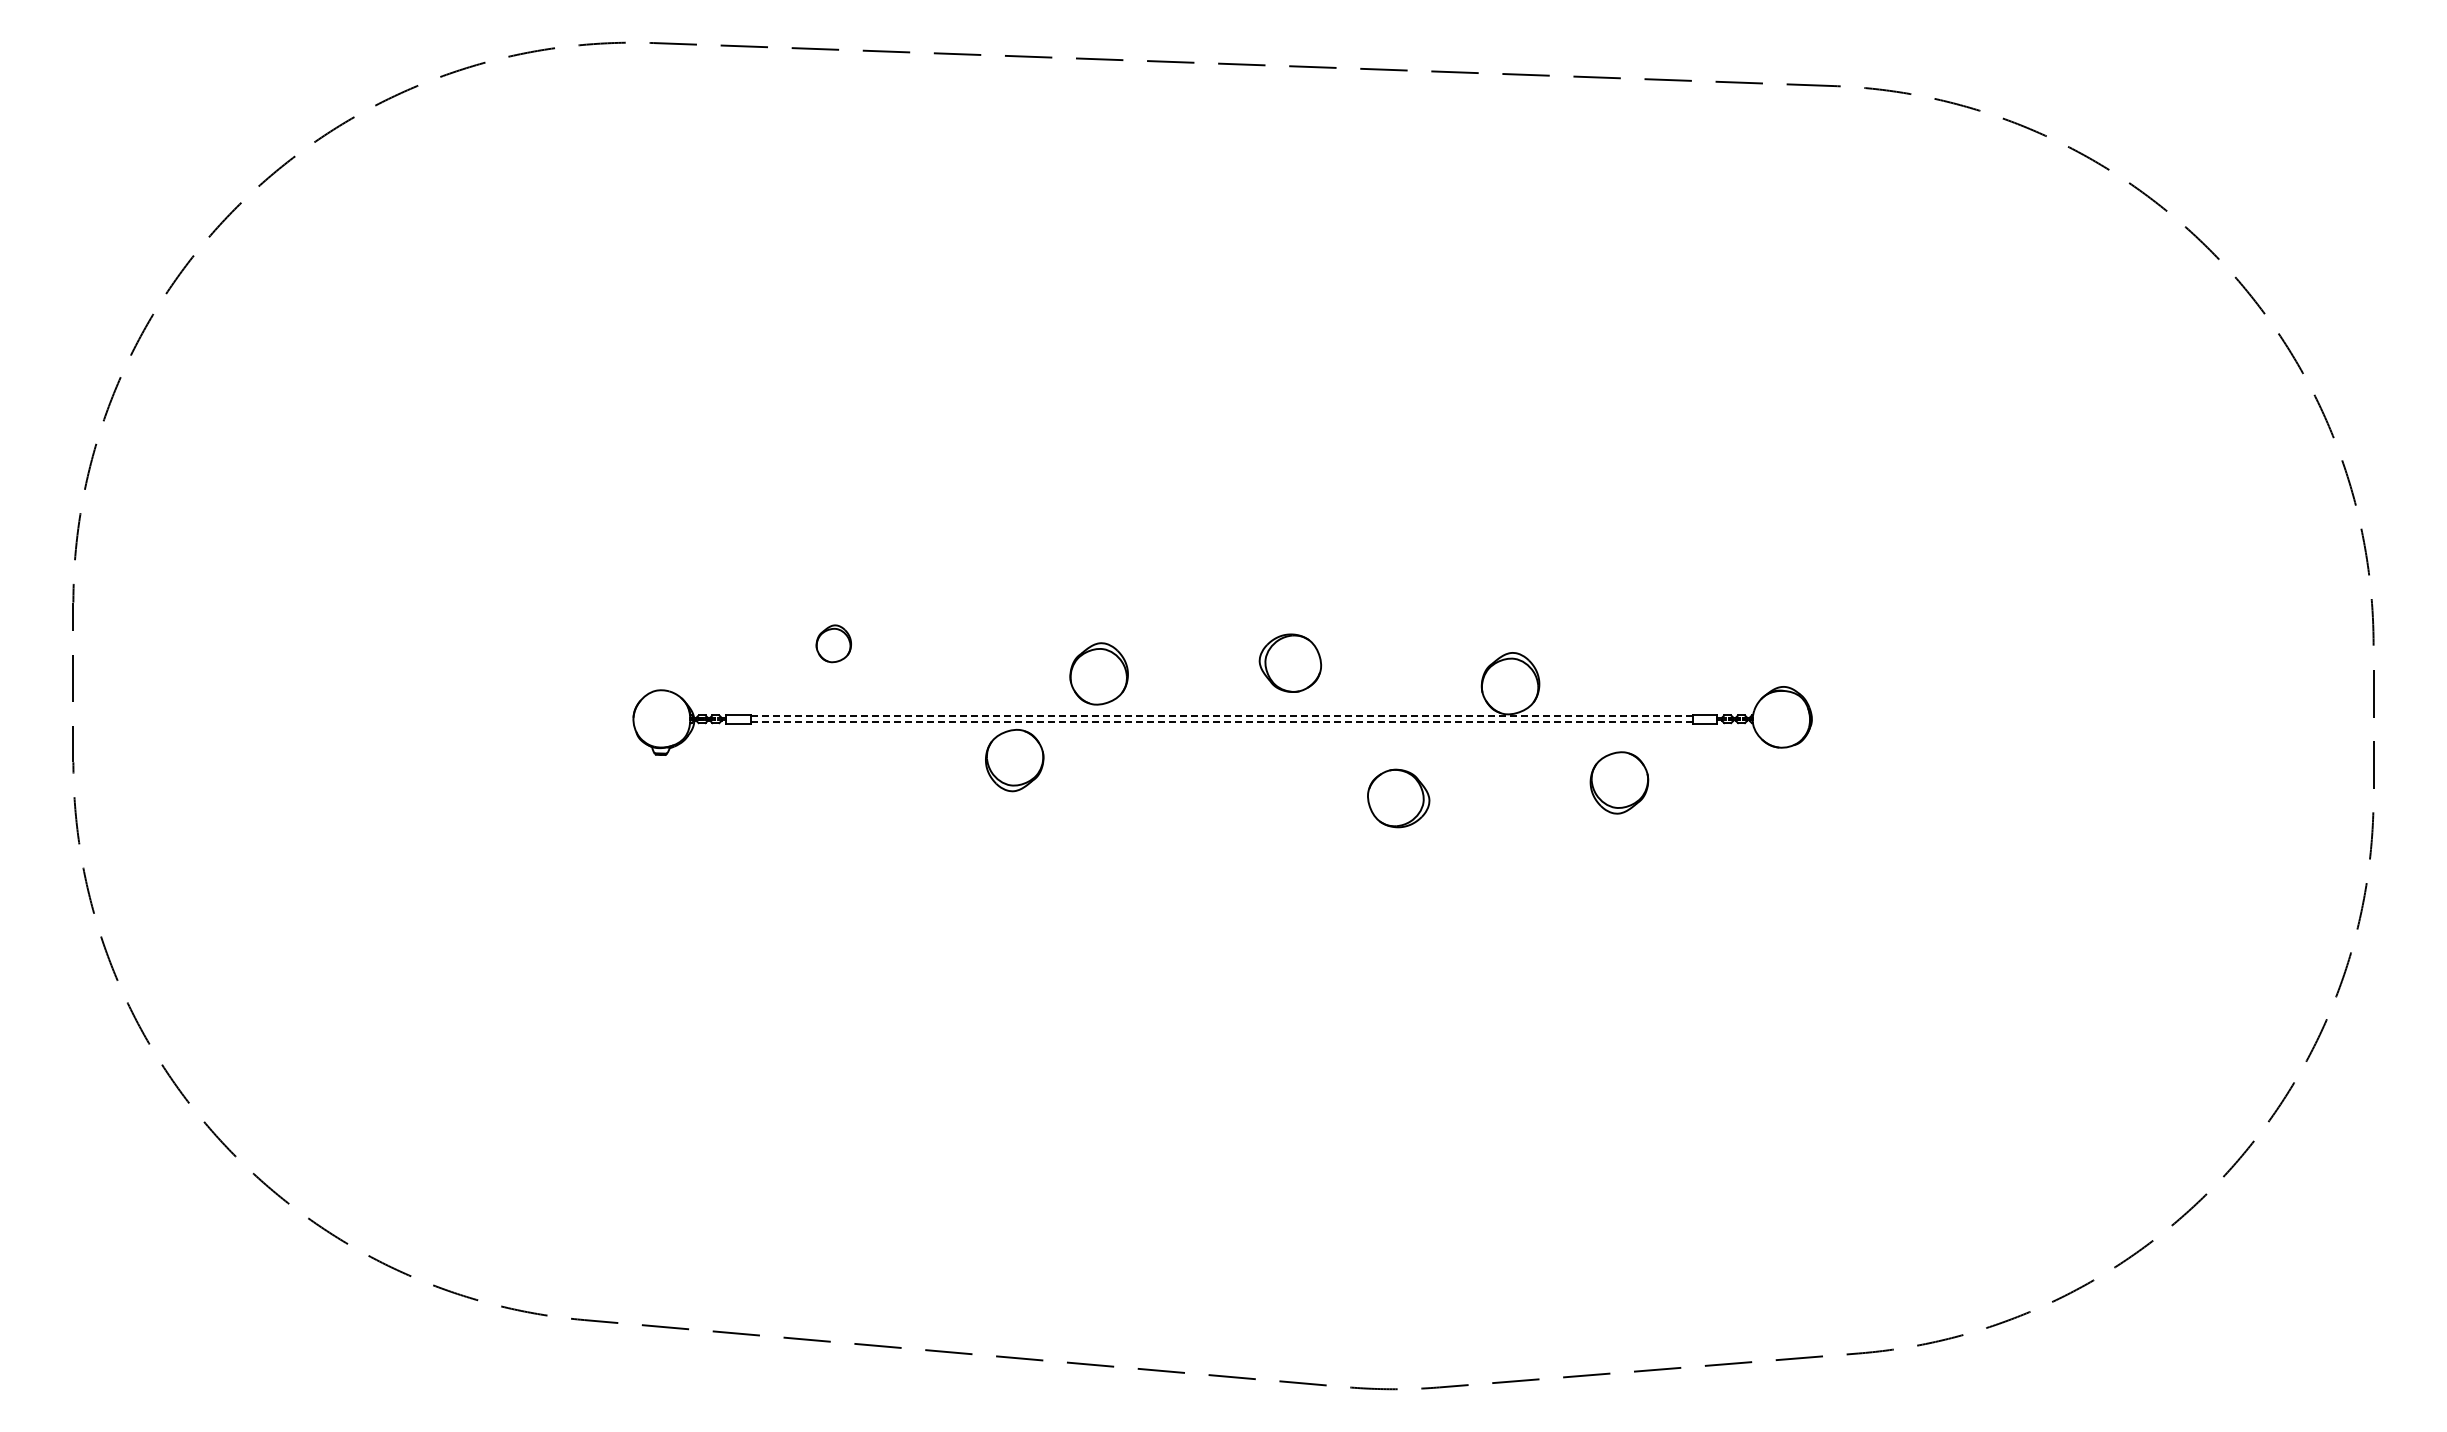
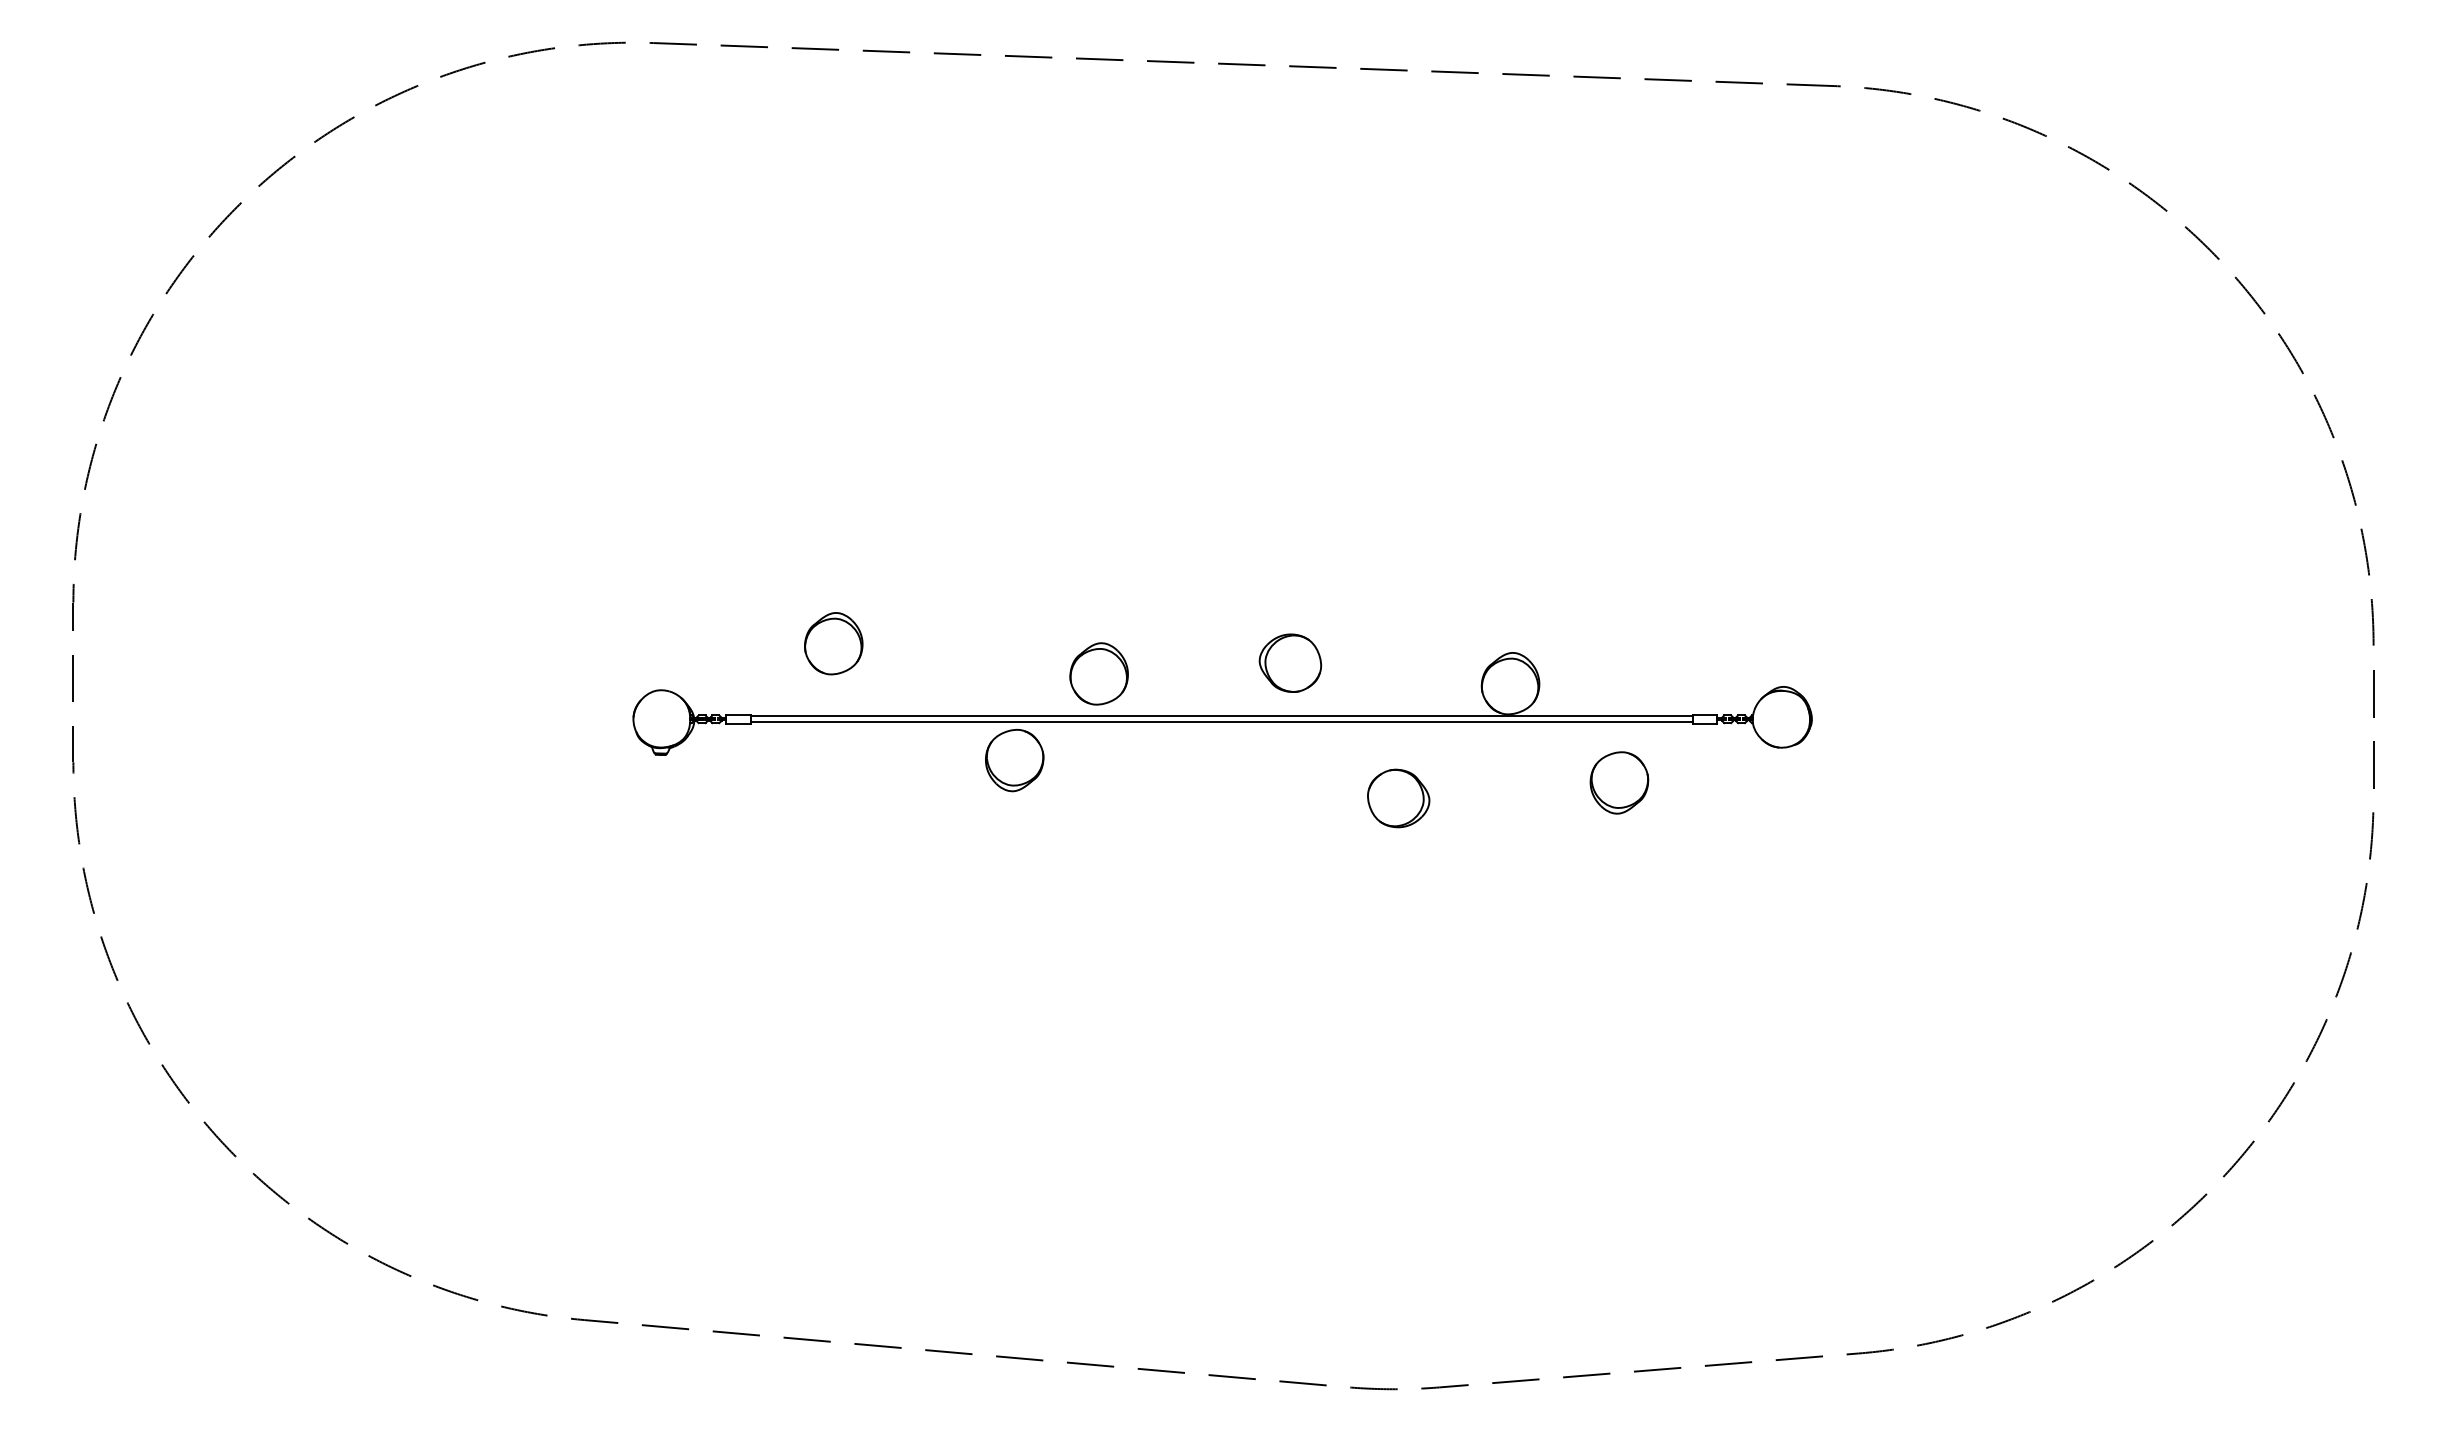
part at (833, 643) size: 37x40 px -> 60x64 px
line at (1221, 716): dashed -> solid
line at (1221, 722): dashed -> solid
